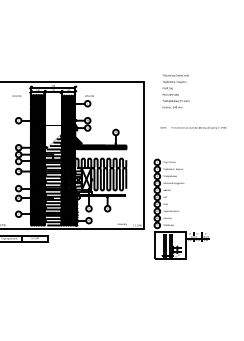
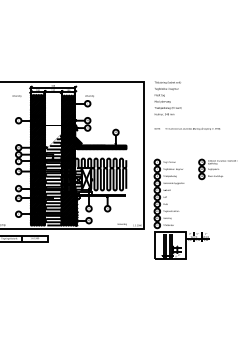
text at (175, 91) position: (175, 91) -> (167, 98)
text at (192, 127) position: (192, 127) -> (186, 128)
part at (217, 169): none -> present
